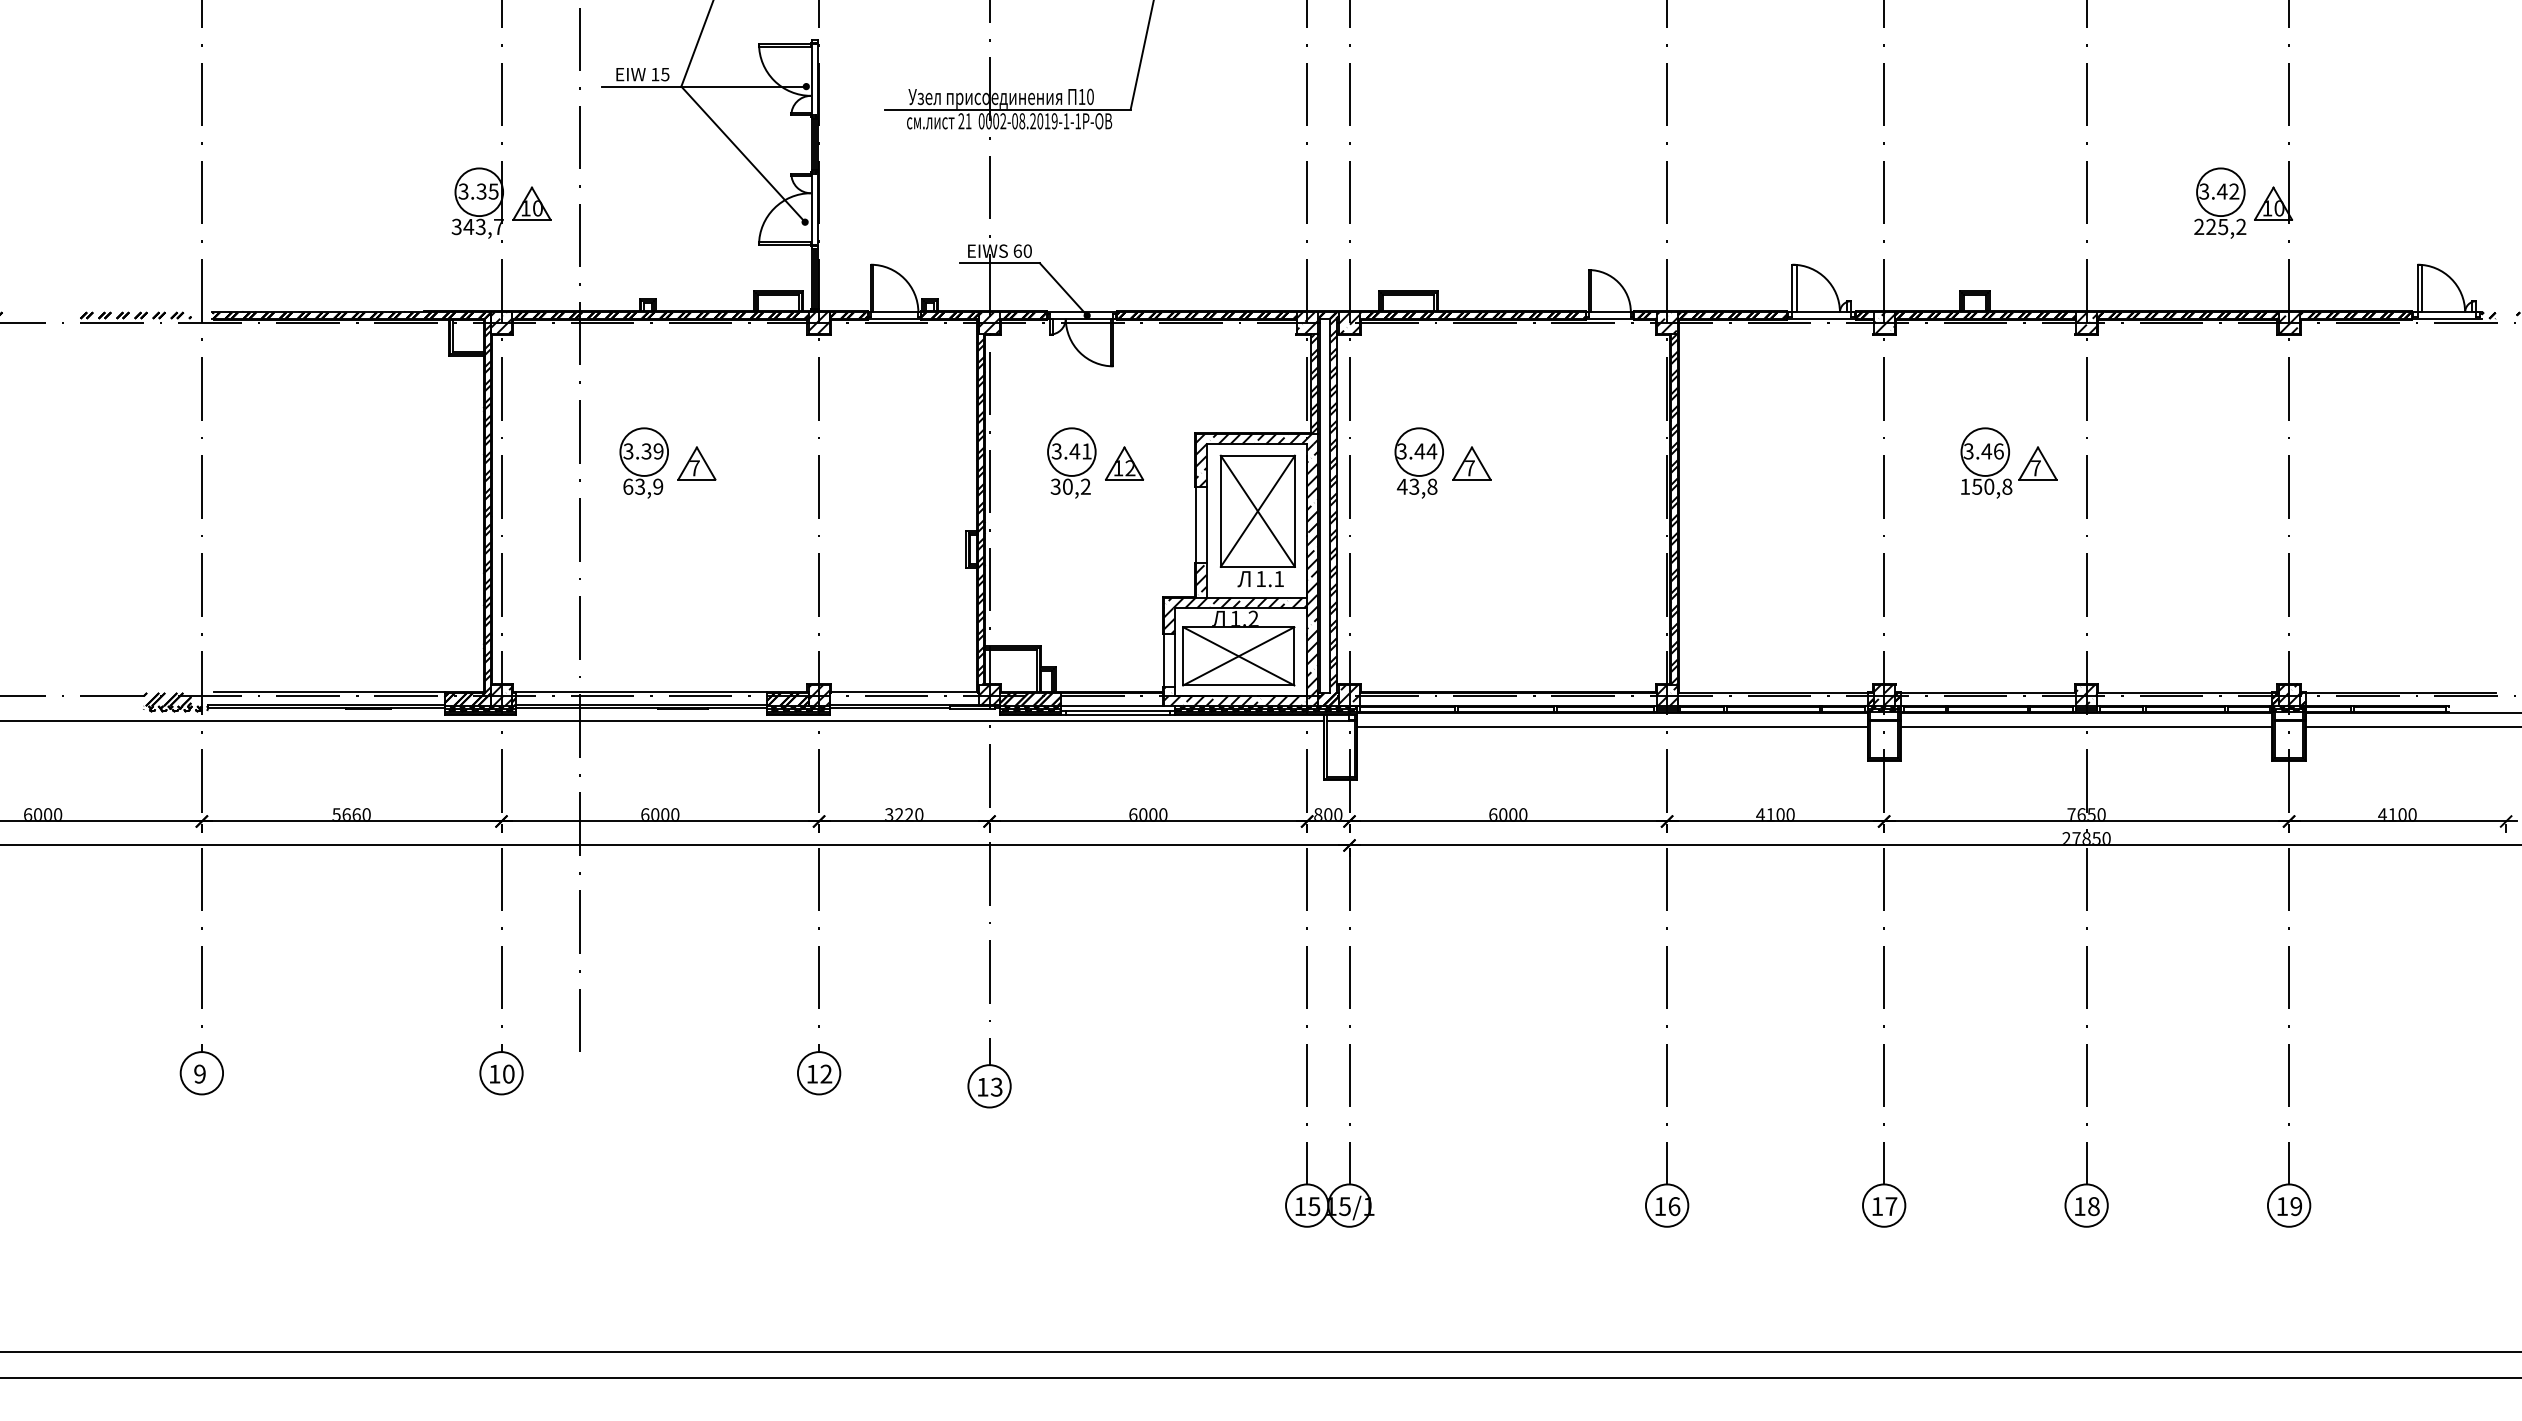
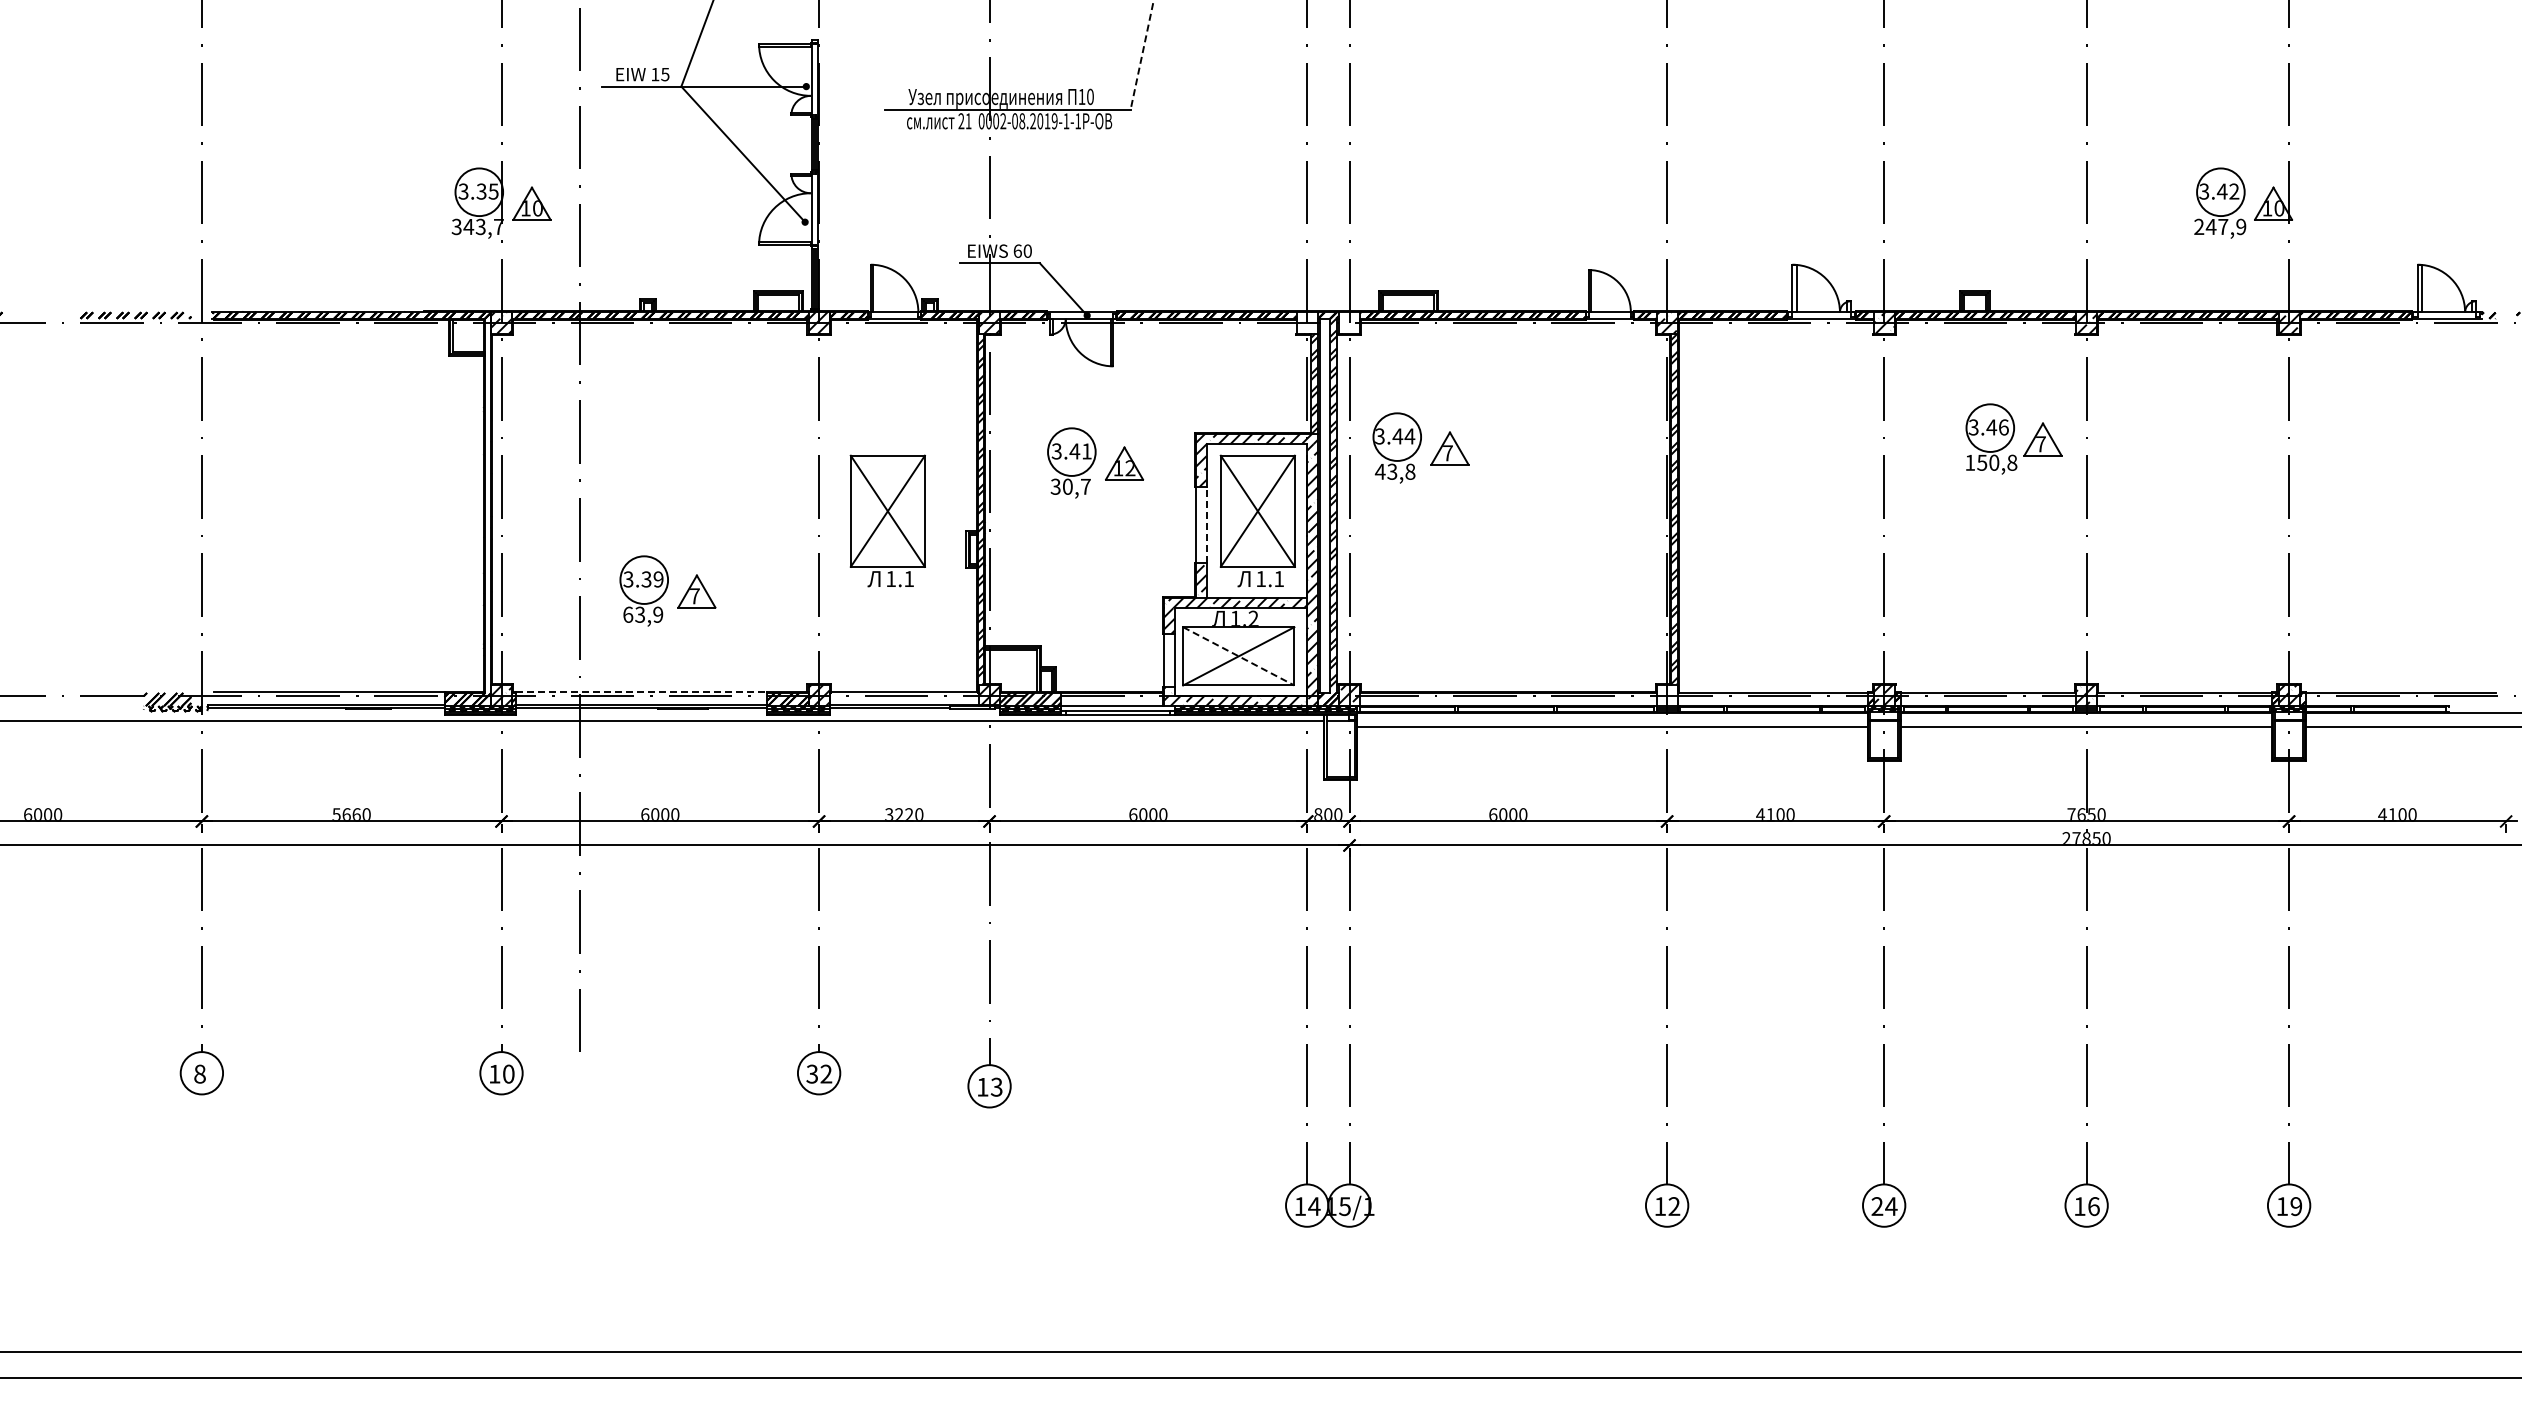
line at (1142, 54): solid -> dashed
text at (2225, 226): 225,2 -> 247,9
hatch at (1306, 322): present -> none
hatch at (1349, 322): present -> none
part at (667, 462) position: (667, 462) -> (667, 590)
part at (1442, 462) position: (1442, 462) -> (1420, 447)
part at (2008, 462) position: (2008, 462) -> (2013, 438)
text at (1085, 486): 30,2 -> 30,7
hatch at (487, 505): present -> none
part at (887, 520): none -> present
line at (1206, 524): solid -> dashed
line at (1238, 656): solid -> dashed
line at (641, 691): solid -> dashed
hatch at (1666, 695): present -> none
text at (199, 1073): 9 -> 8
text at (811, 1073): 12 -> 32
text at (1314, 1206): 15 -> 14
text at (1674, 1206): 16 -> 12
text at (1884, 1206): 17 -> 24
text at (2093, 1206): 18 -> 16
